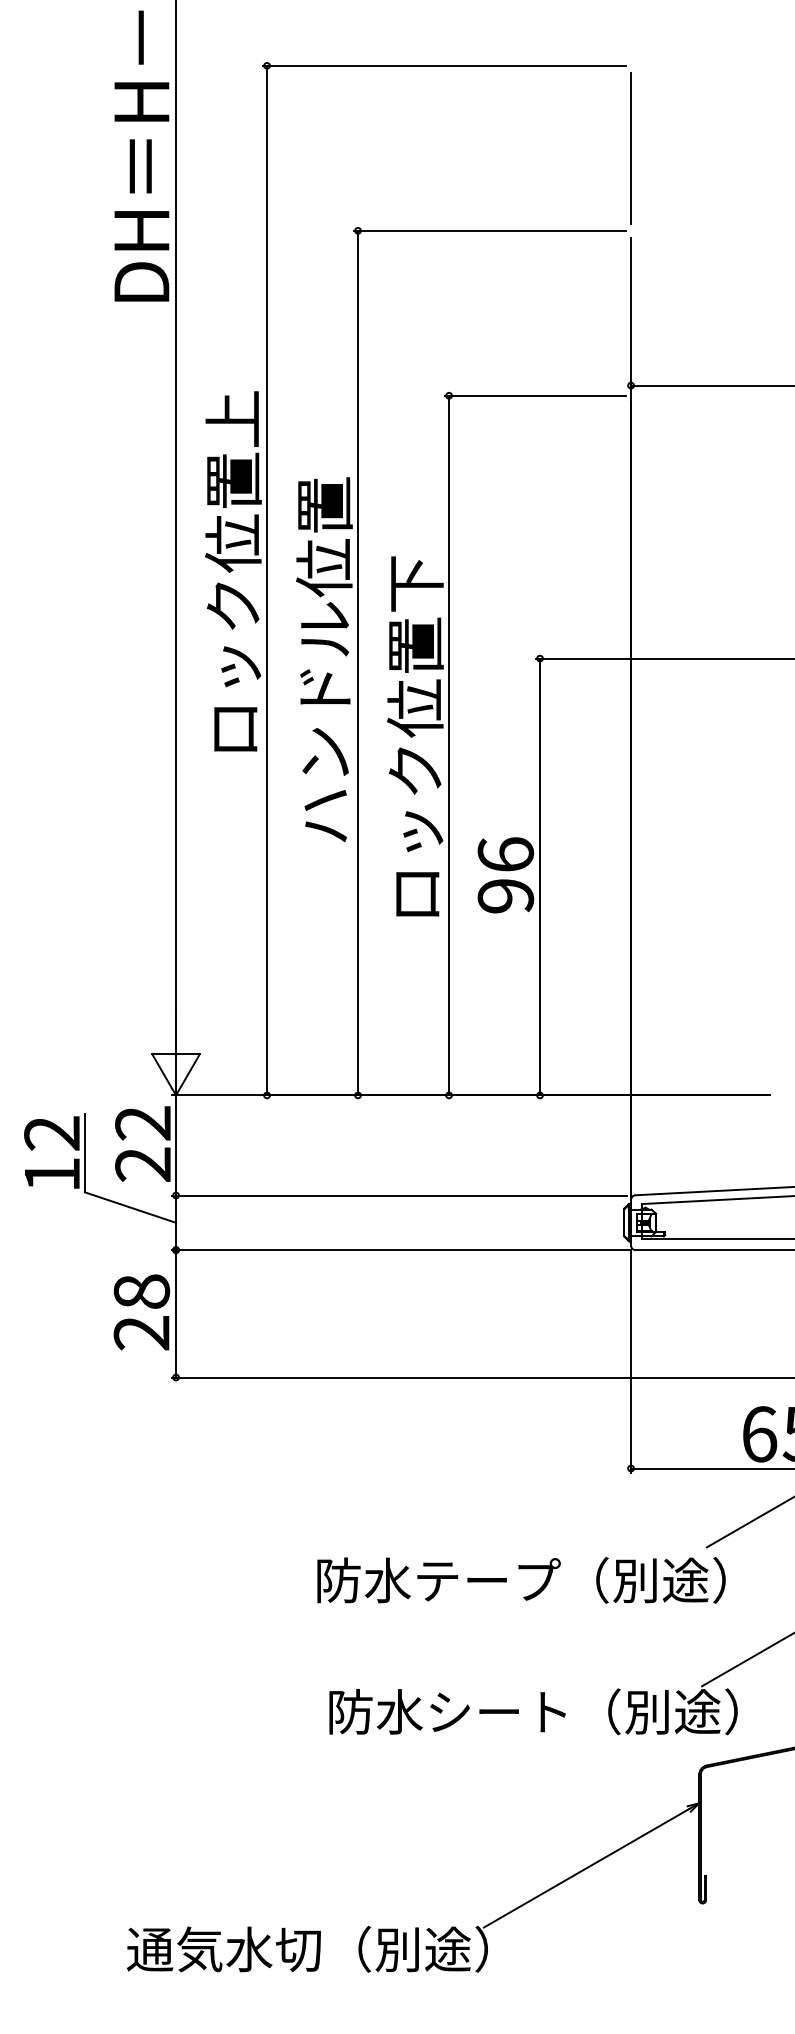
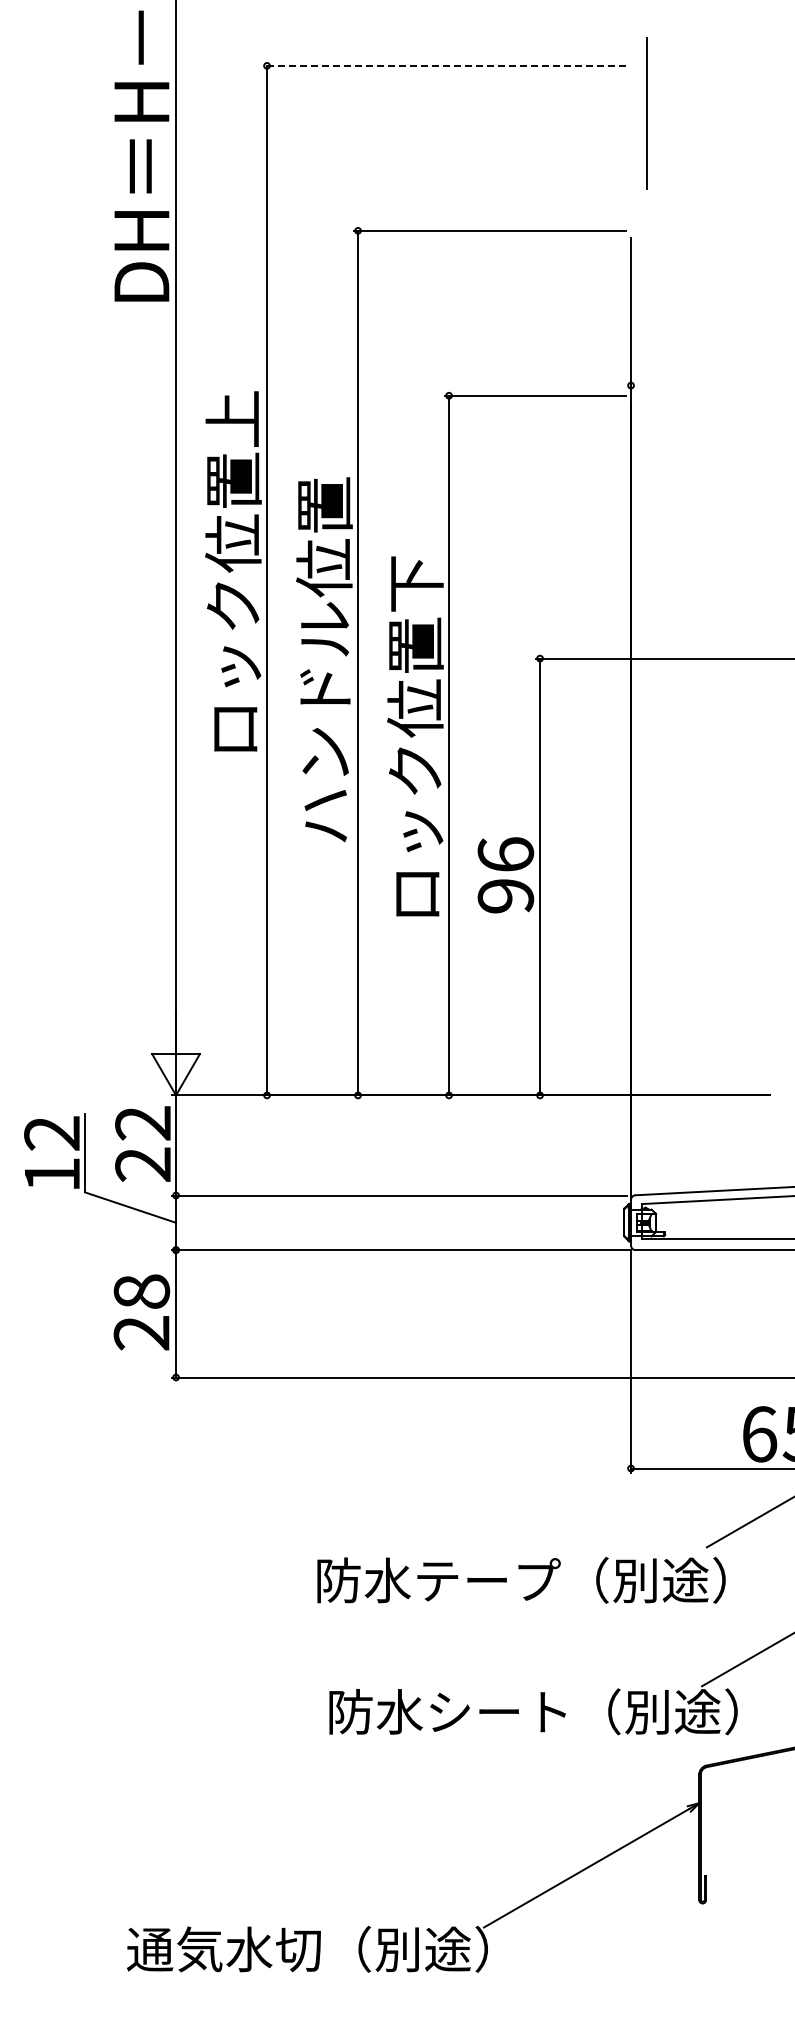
line at (444, 65): solid -> dashed
line at (630, 148) position: (630, 148) -> (646, 113)
line at (711, 385): present -> none
